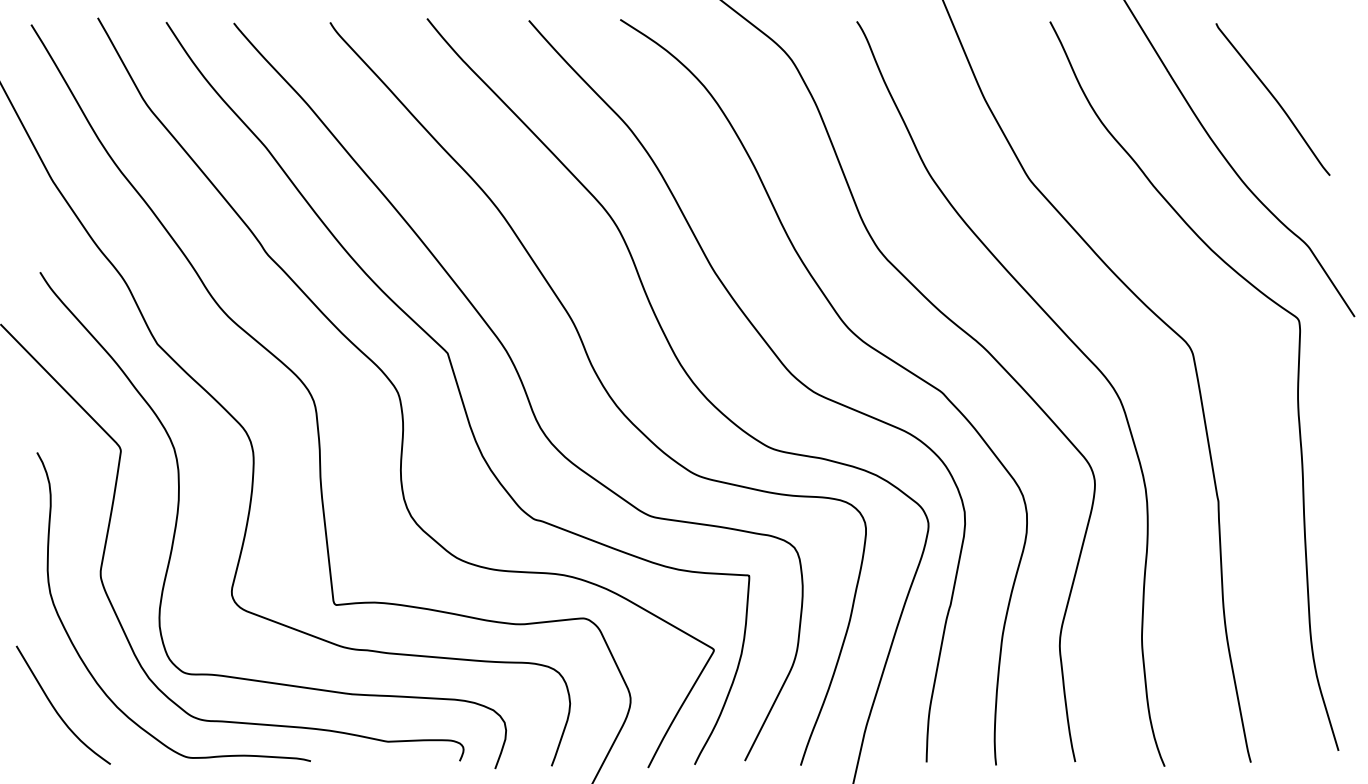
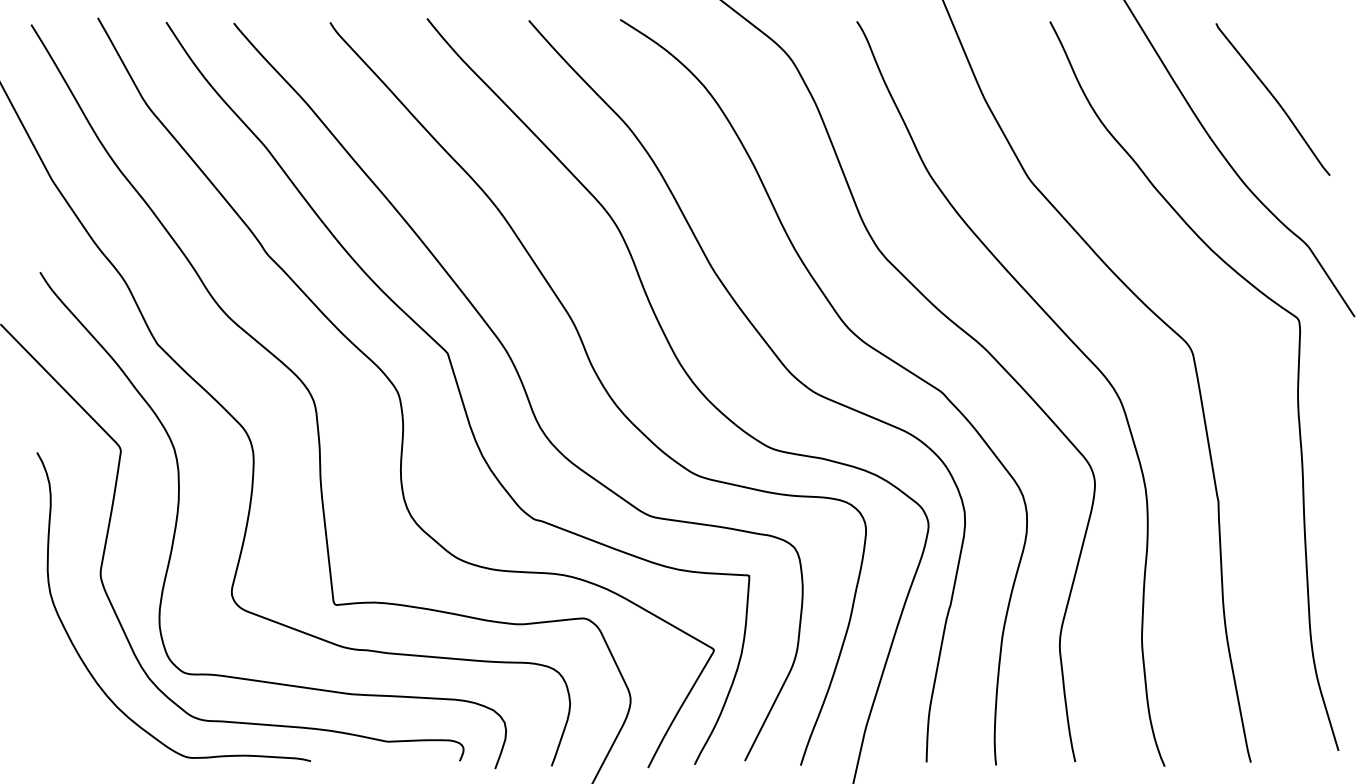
curve at (56, 709): present -> none
